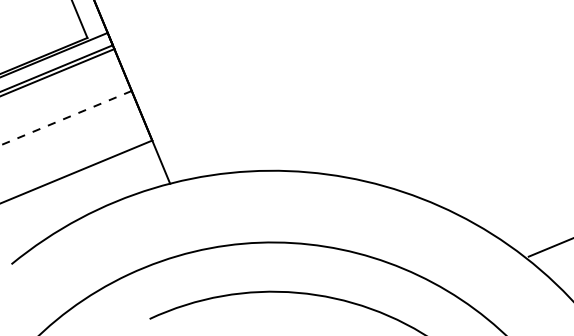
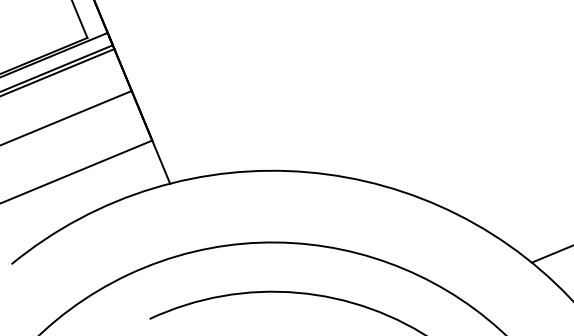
line at (66, 118): dashed -> solid
line at (549, 247) position: (549, 247) -> (550, 254)
